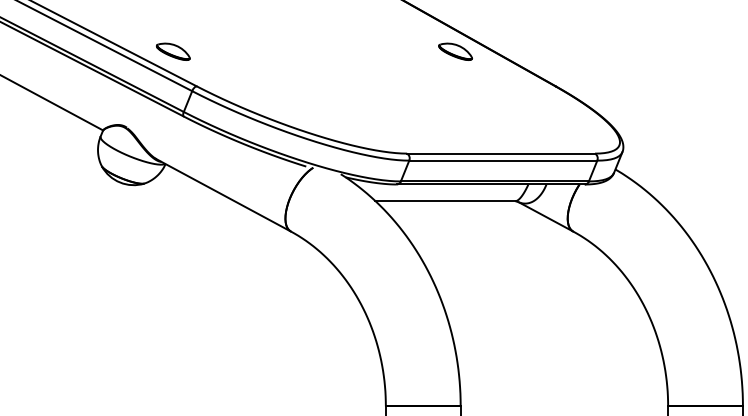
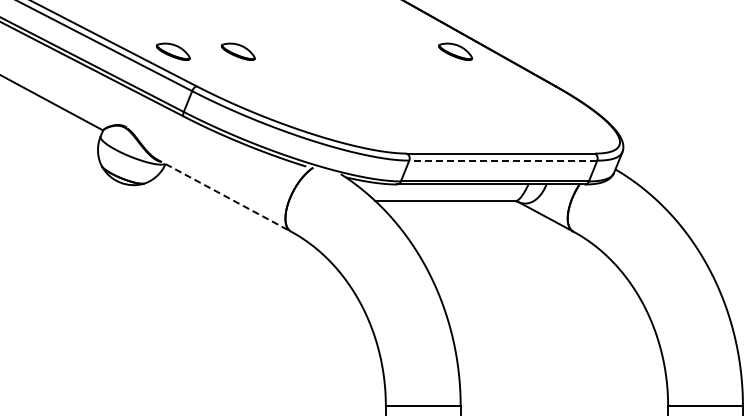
part at (238, 51): none -> present
line at (502, 160): solid -> dashed
line at (223, 195): solid -> dashed
